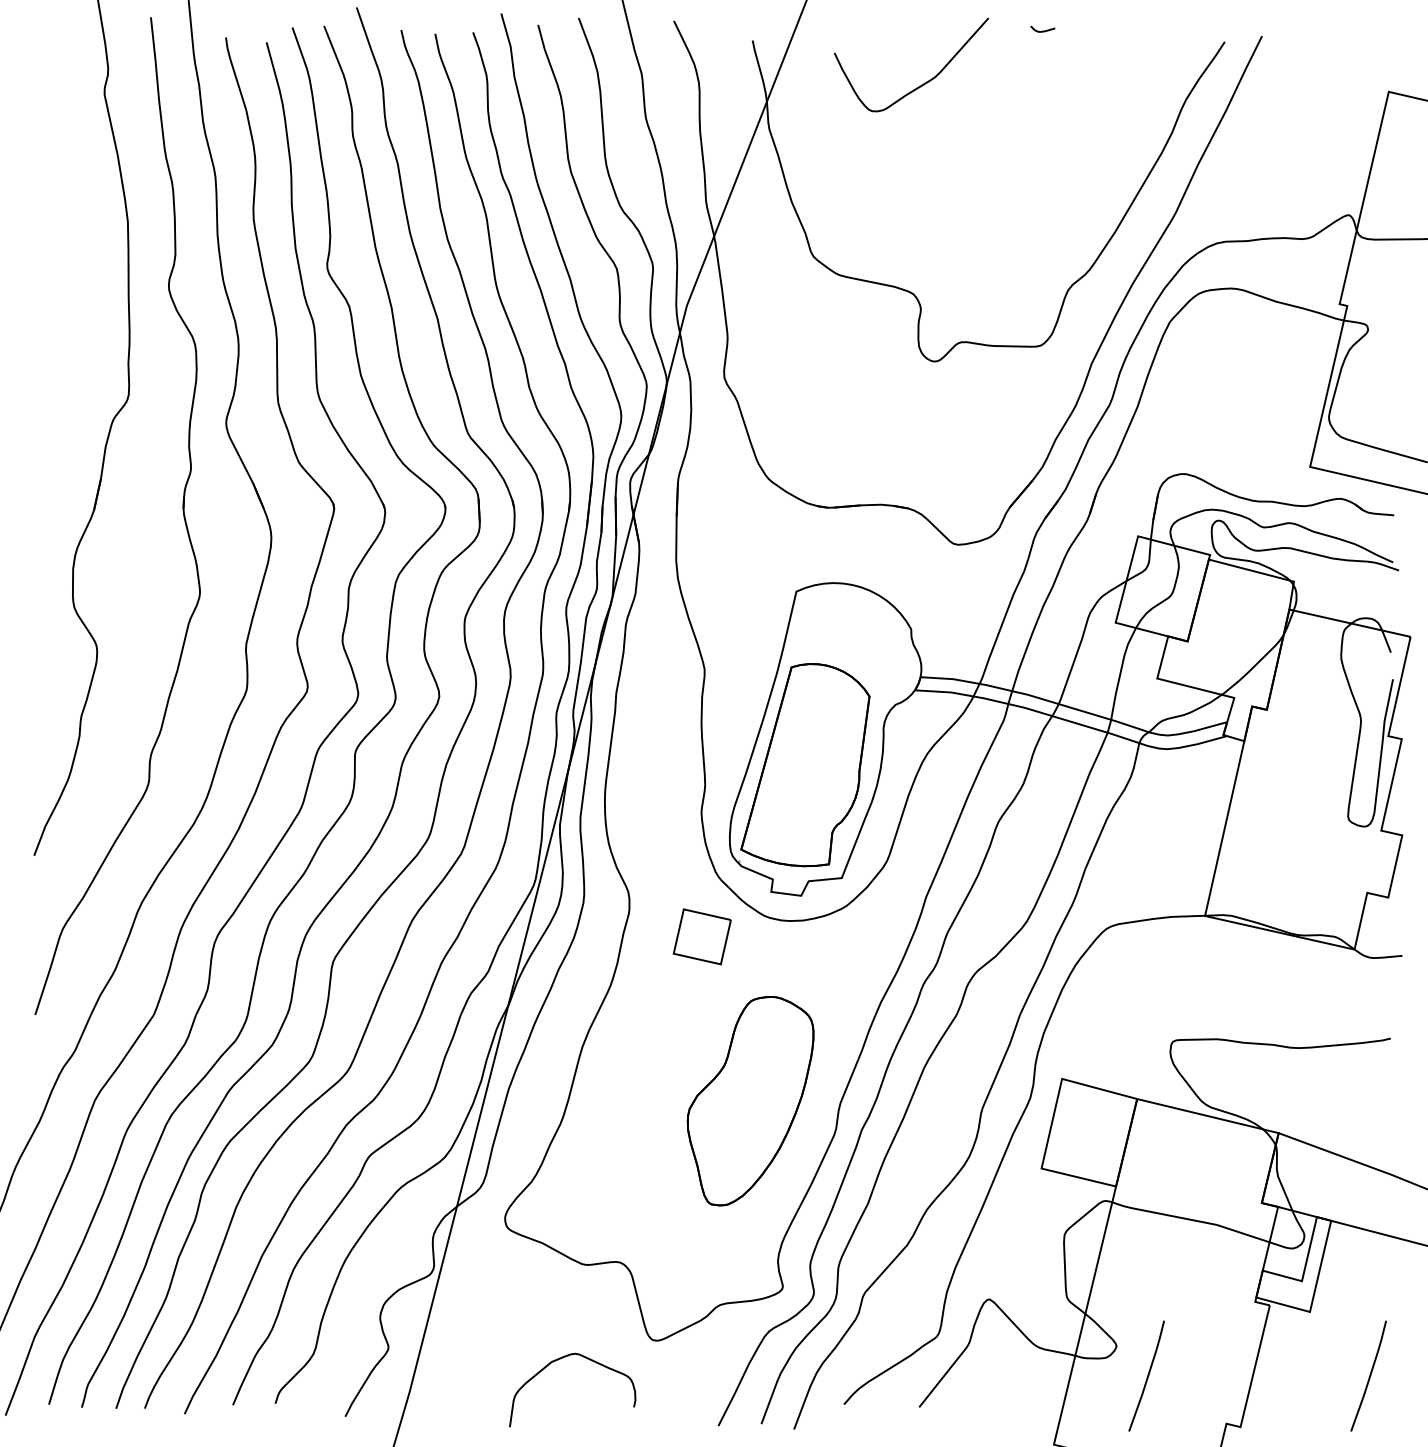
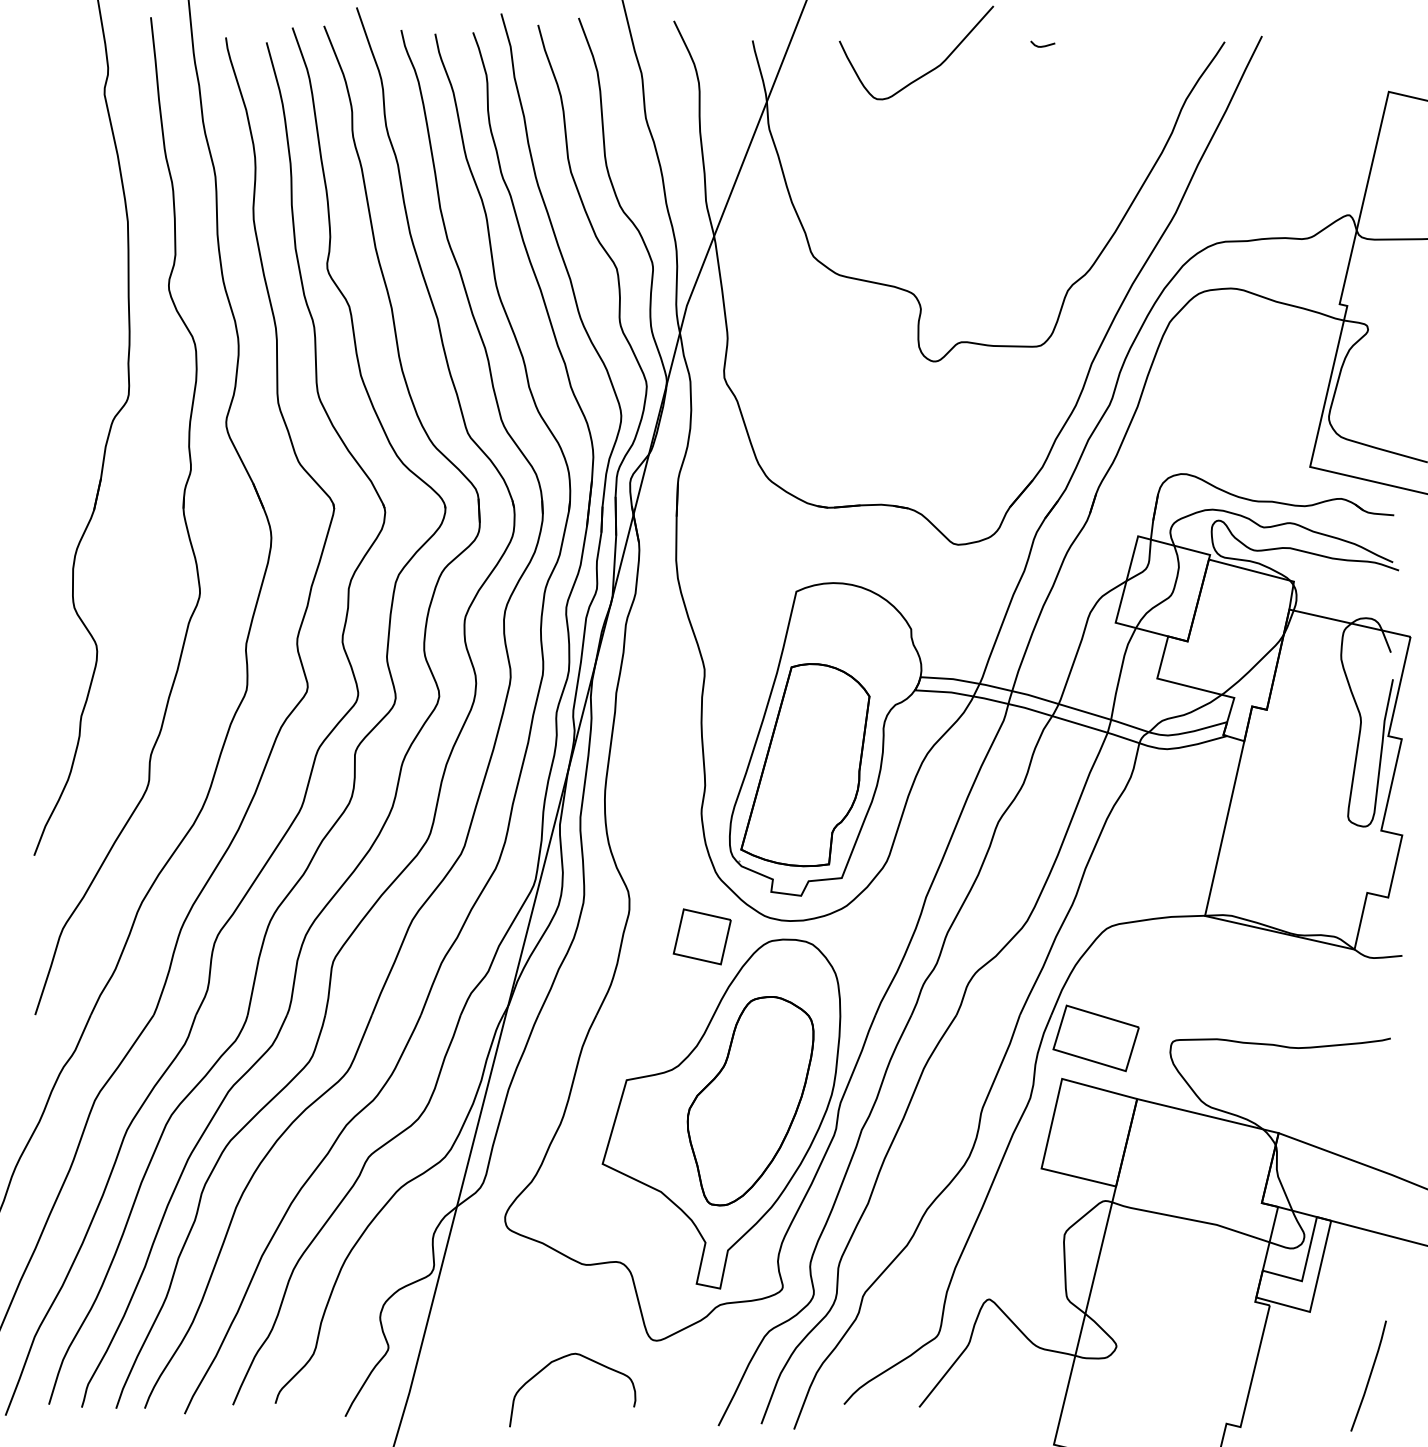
curve at (1042, 30) position: (1042, 30) -> (1042, 45)
curve at (921, 84) position: (921, 84) -> (926, 72)
part at (1095, 1038): none -> present
part at (721, 1113): none -> present
line at (1147, 1375): present -> none
